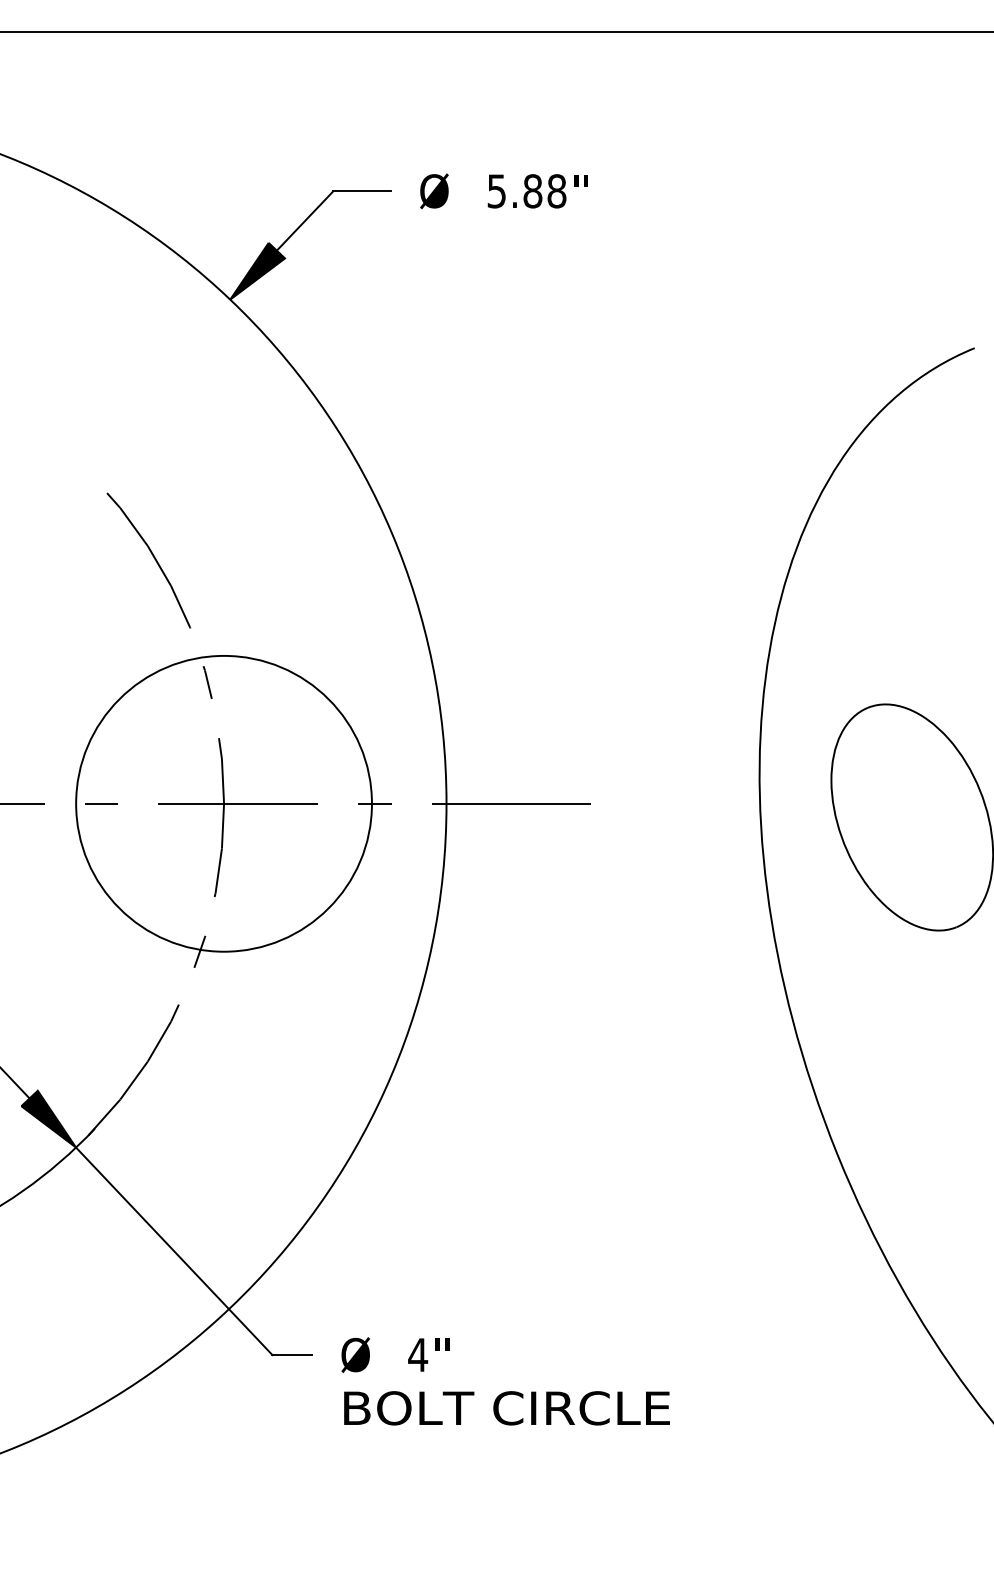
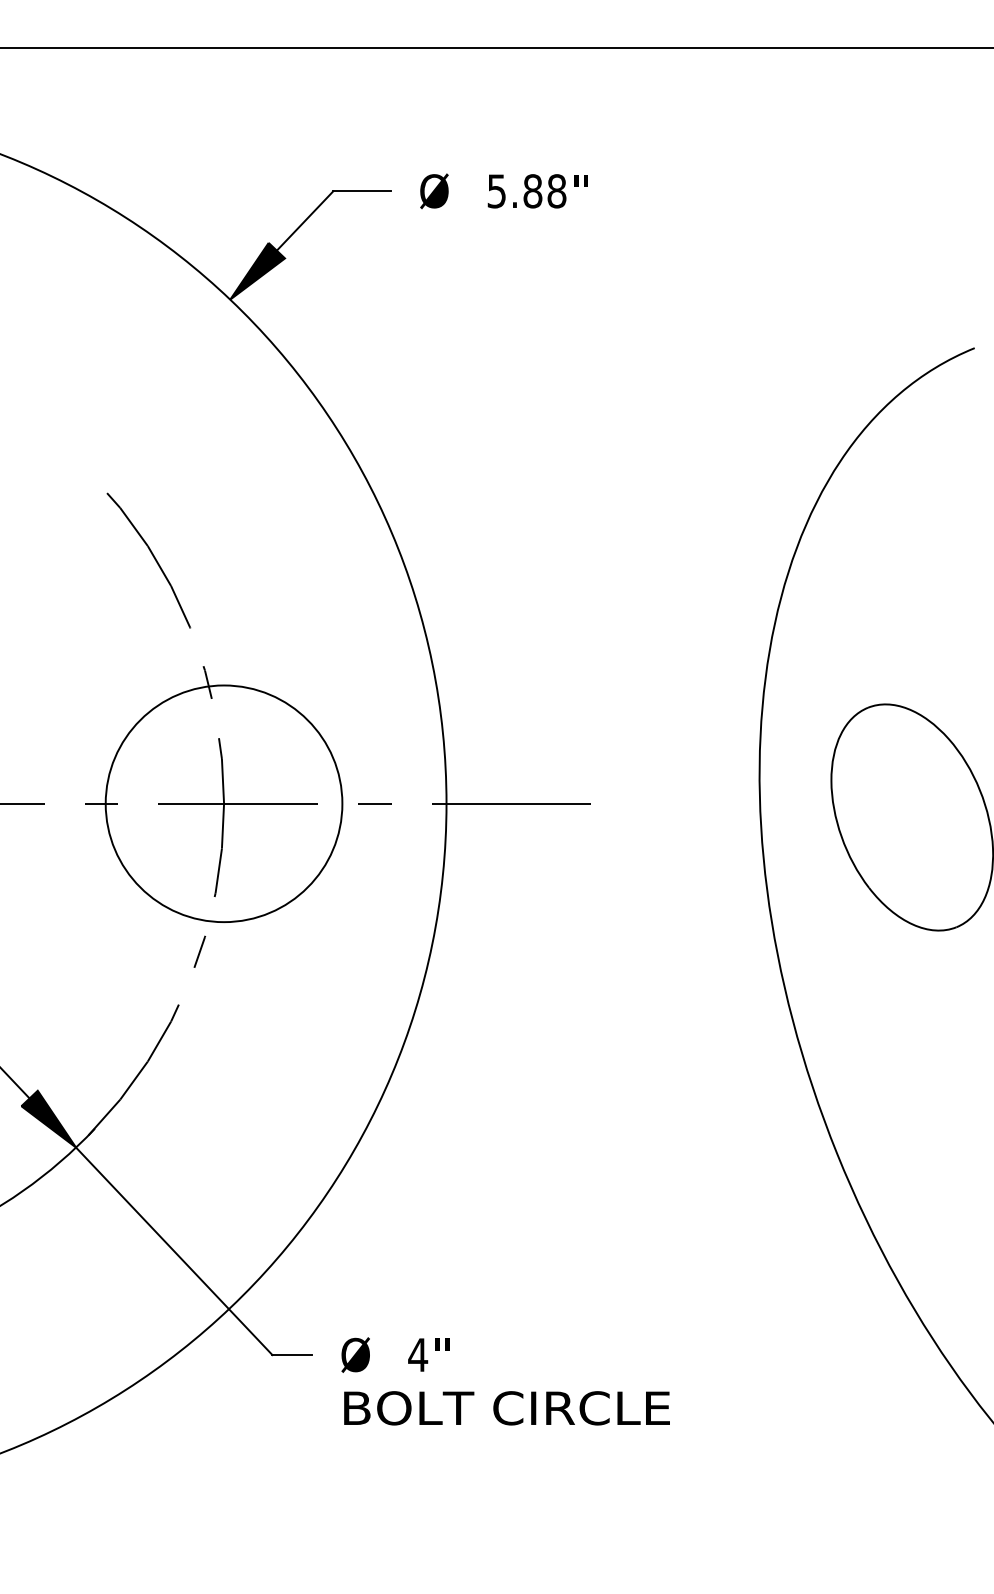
line at (496, 31) position: (496, 31) -> (496, 47)
circle at (223, 803) diameter: 296 px -> 237 px
